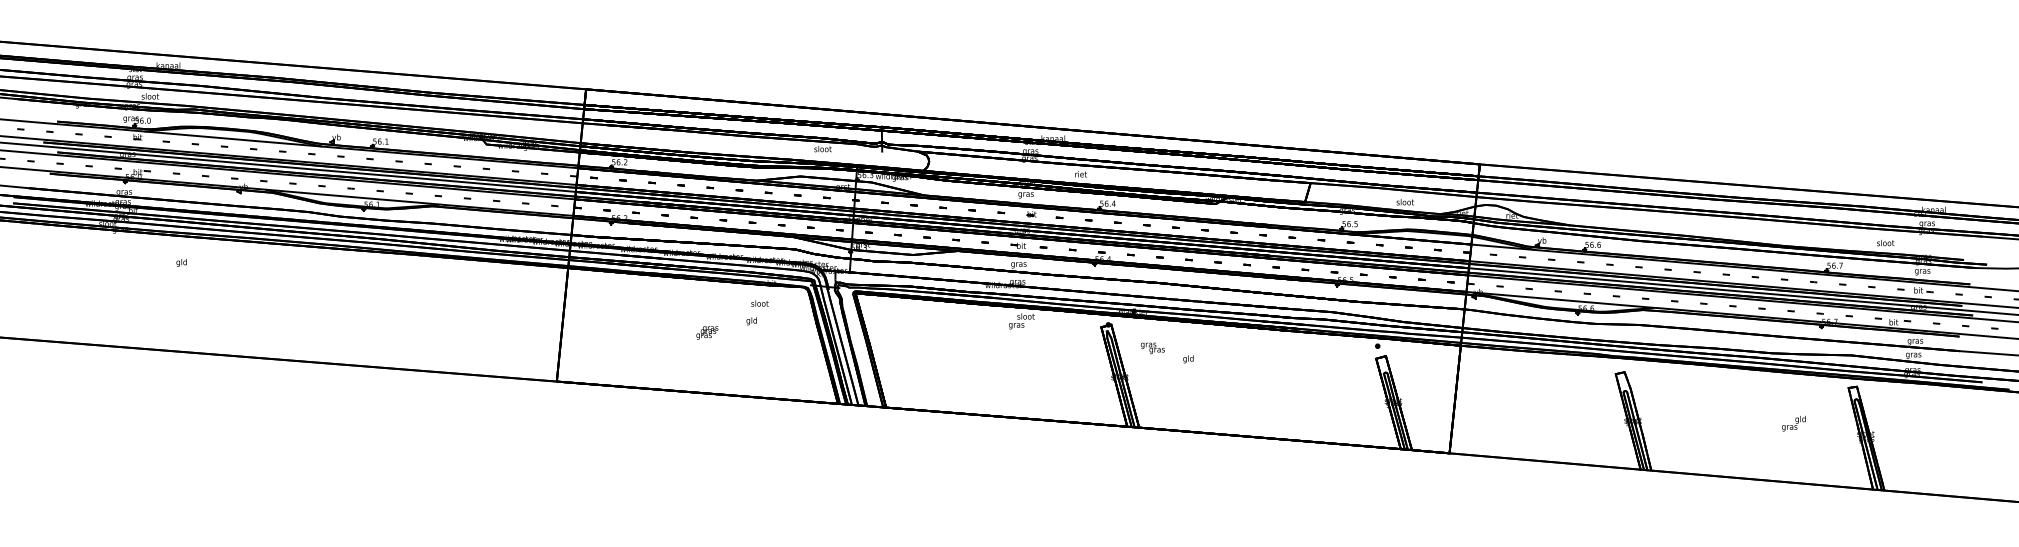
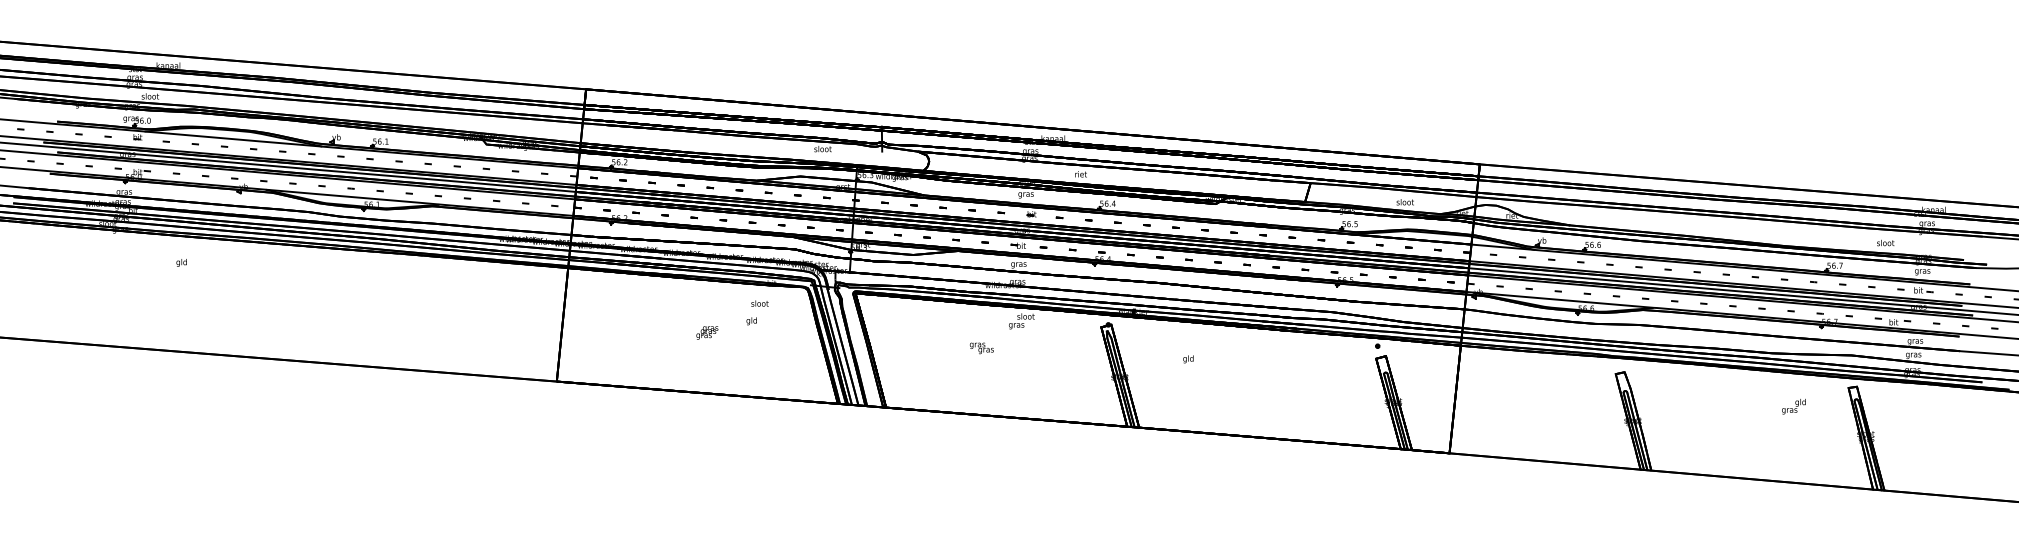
text at (1152, 348) position: (1152, 348) -> (981, 348)
text at (1793, 423) position: (1793, 423) -> (1793, 406)
